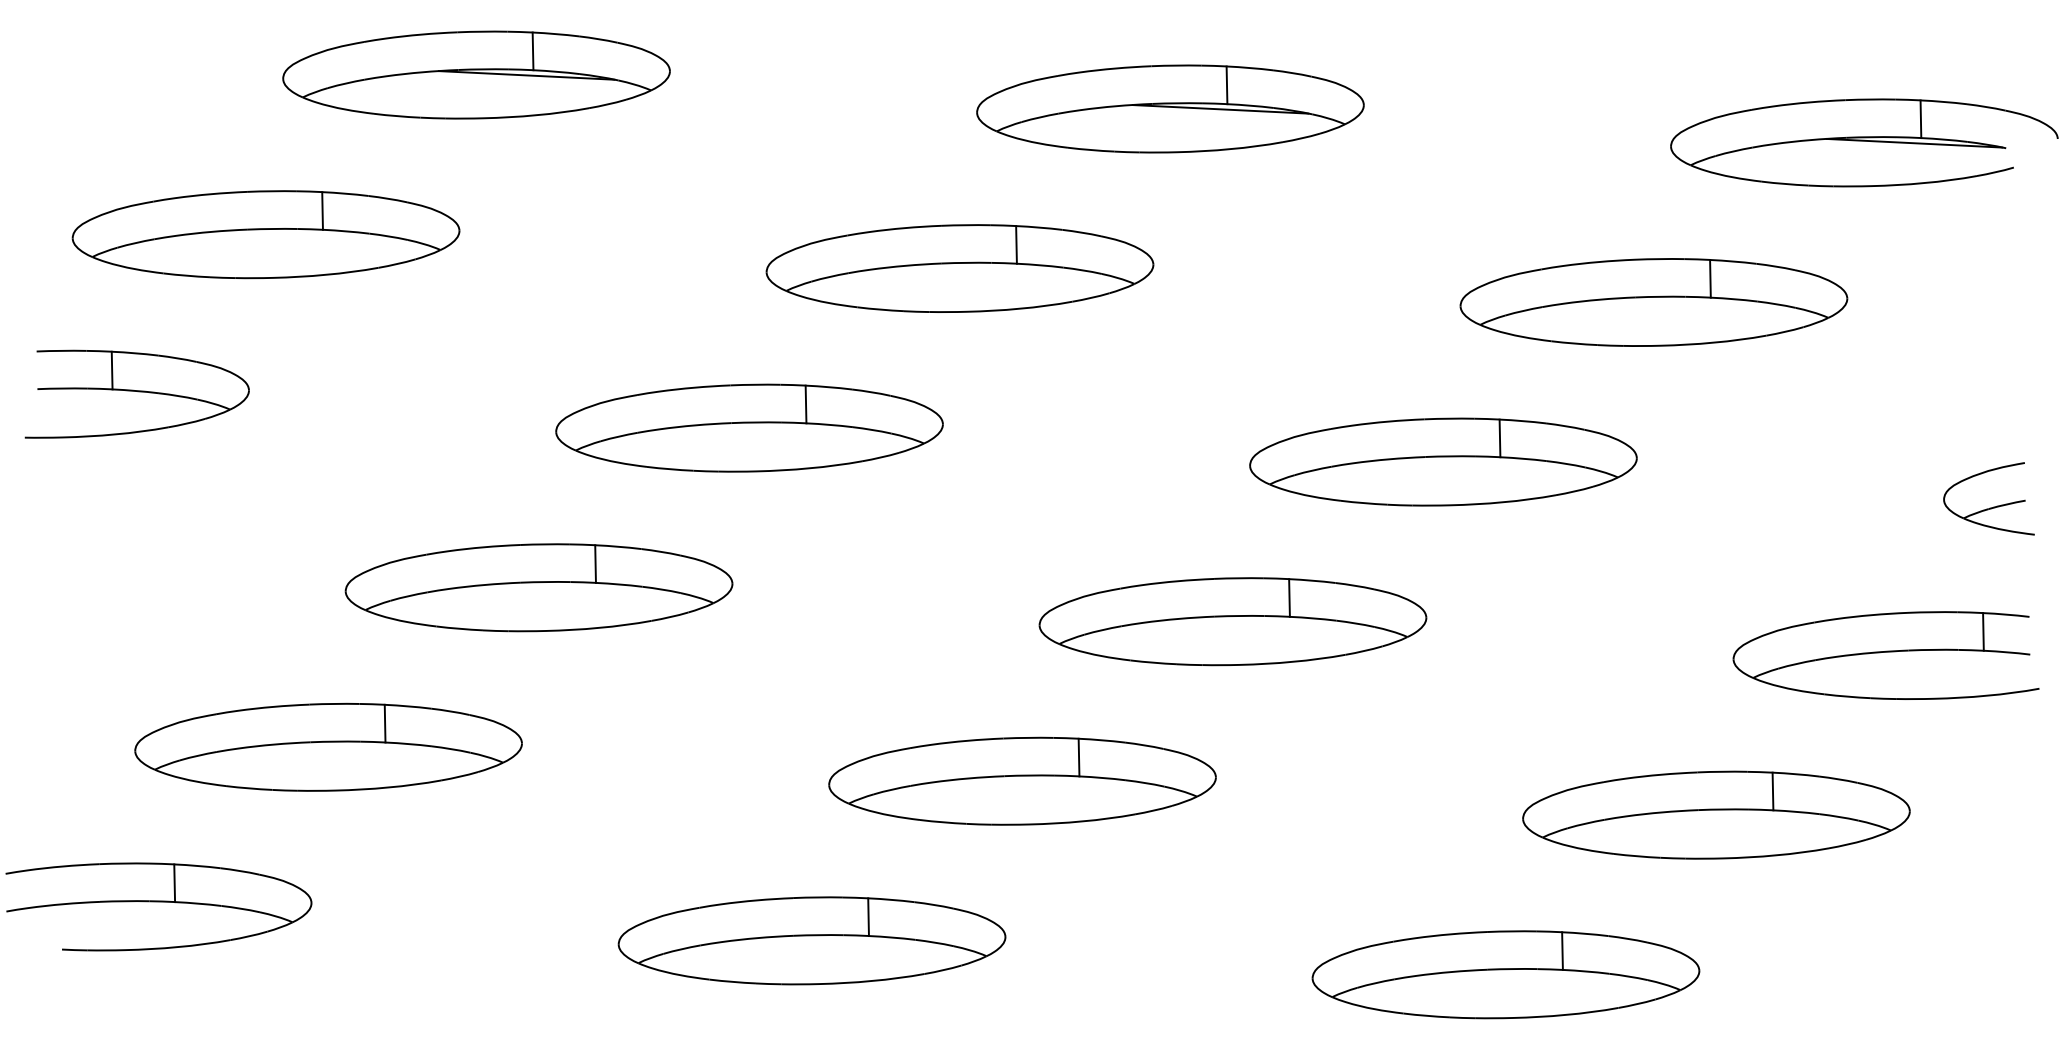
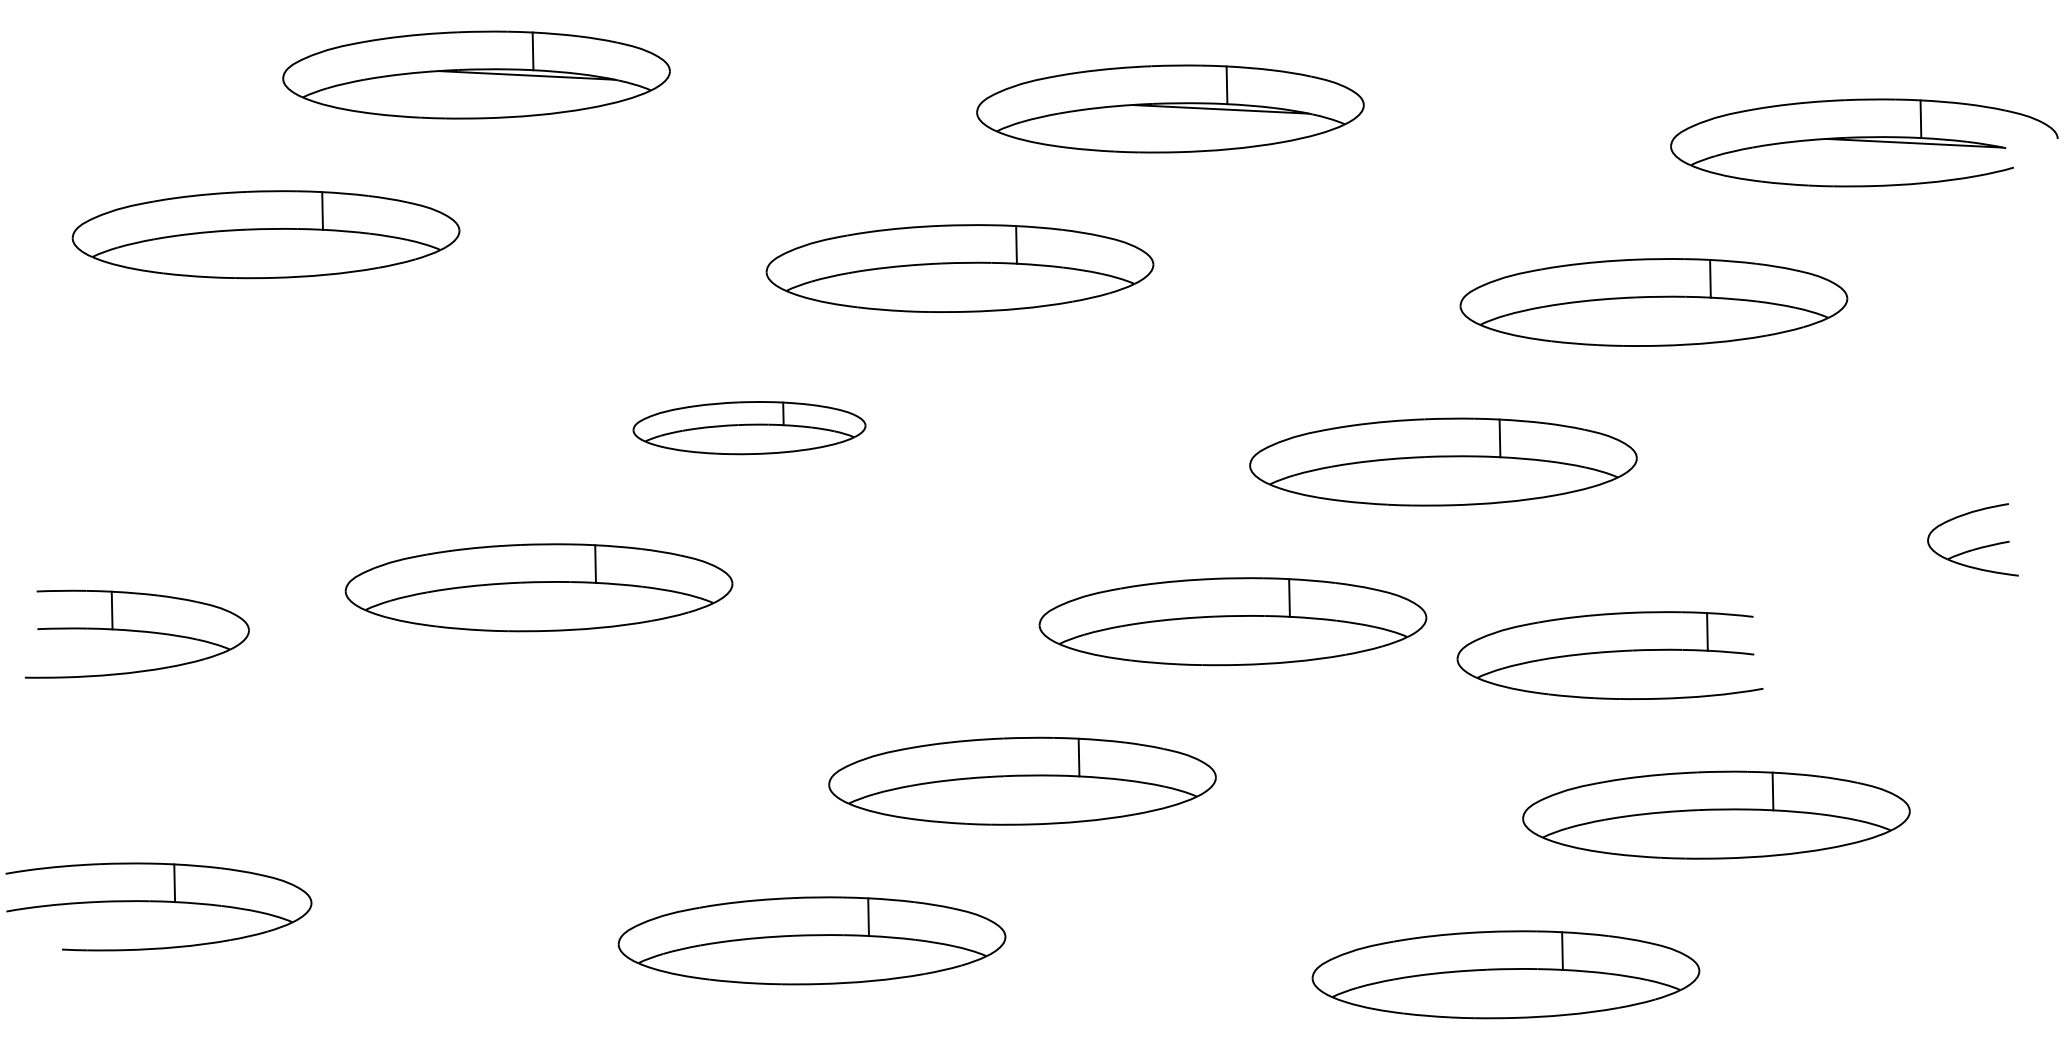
part at (136, 393) position: (136, 393) -> (136, 633)
part at (749, 427) size: 389x90 px -> 235x55 px
part at (1989, 507) position: (1989, 507) -> (1973, 548)
part at (1885, 655) position: (1885, 655) -> (1609, 655)
part at (328, 746): present -> none
